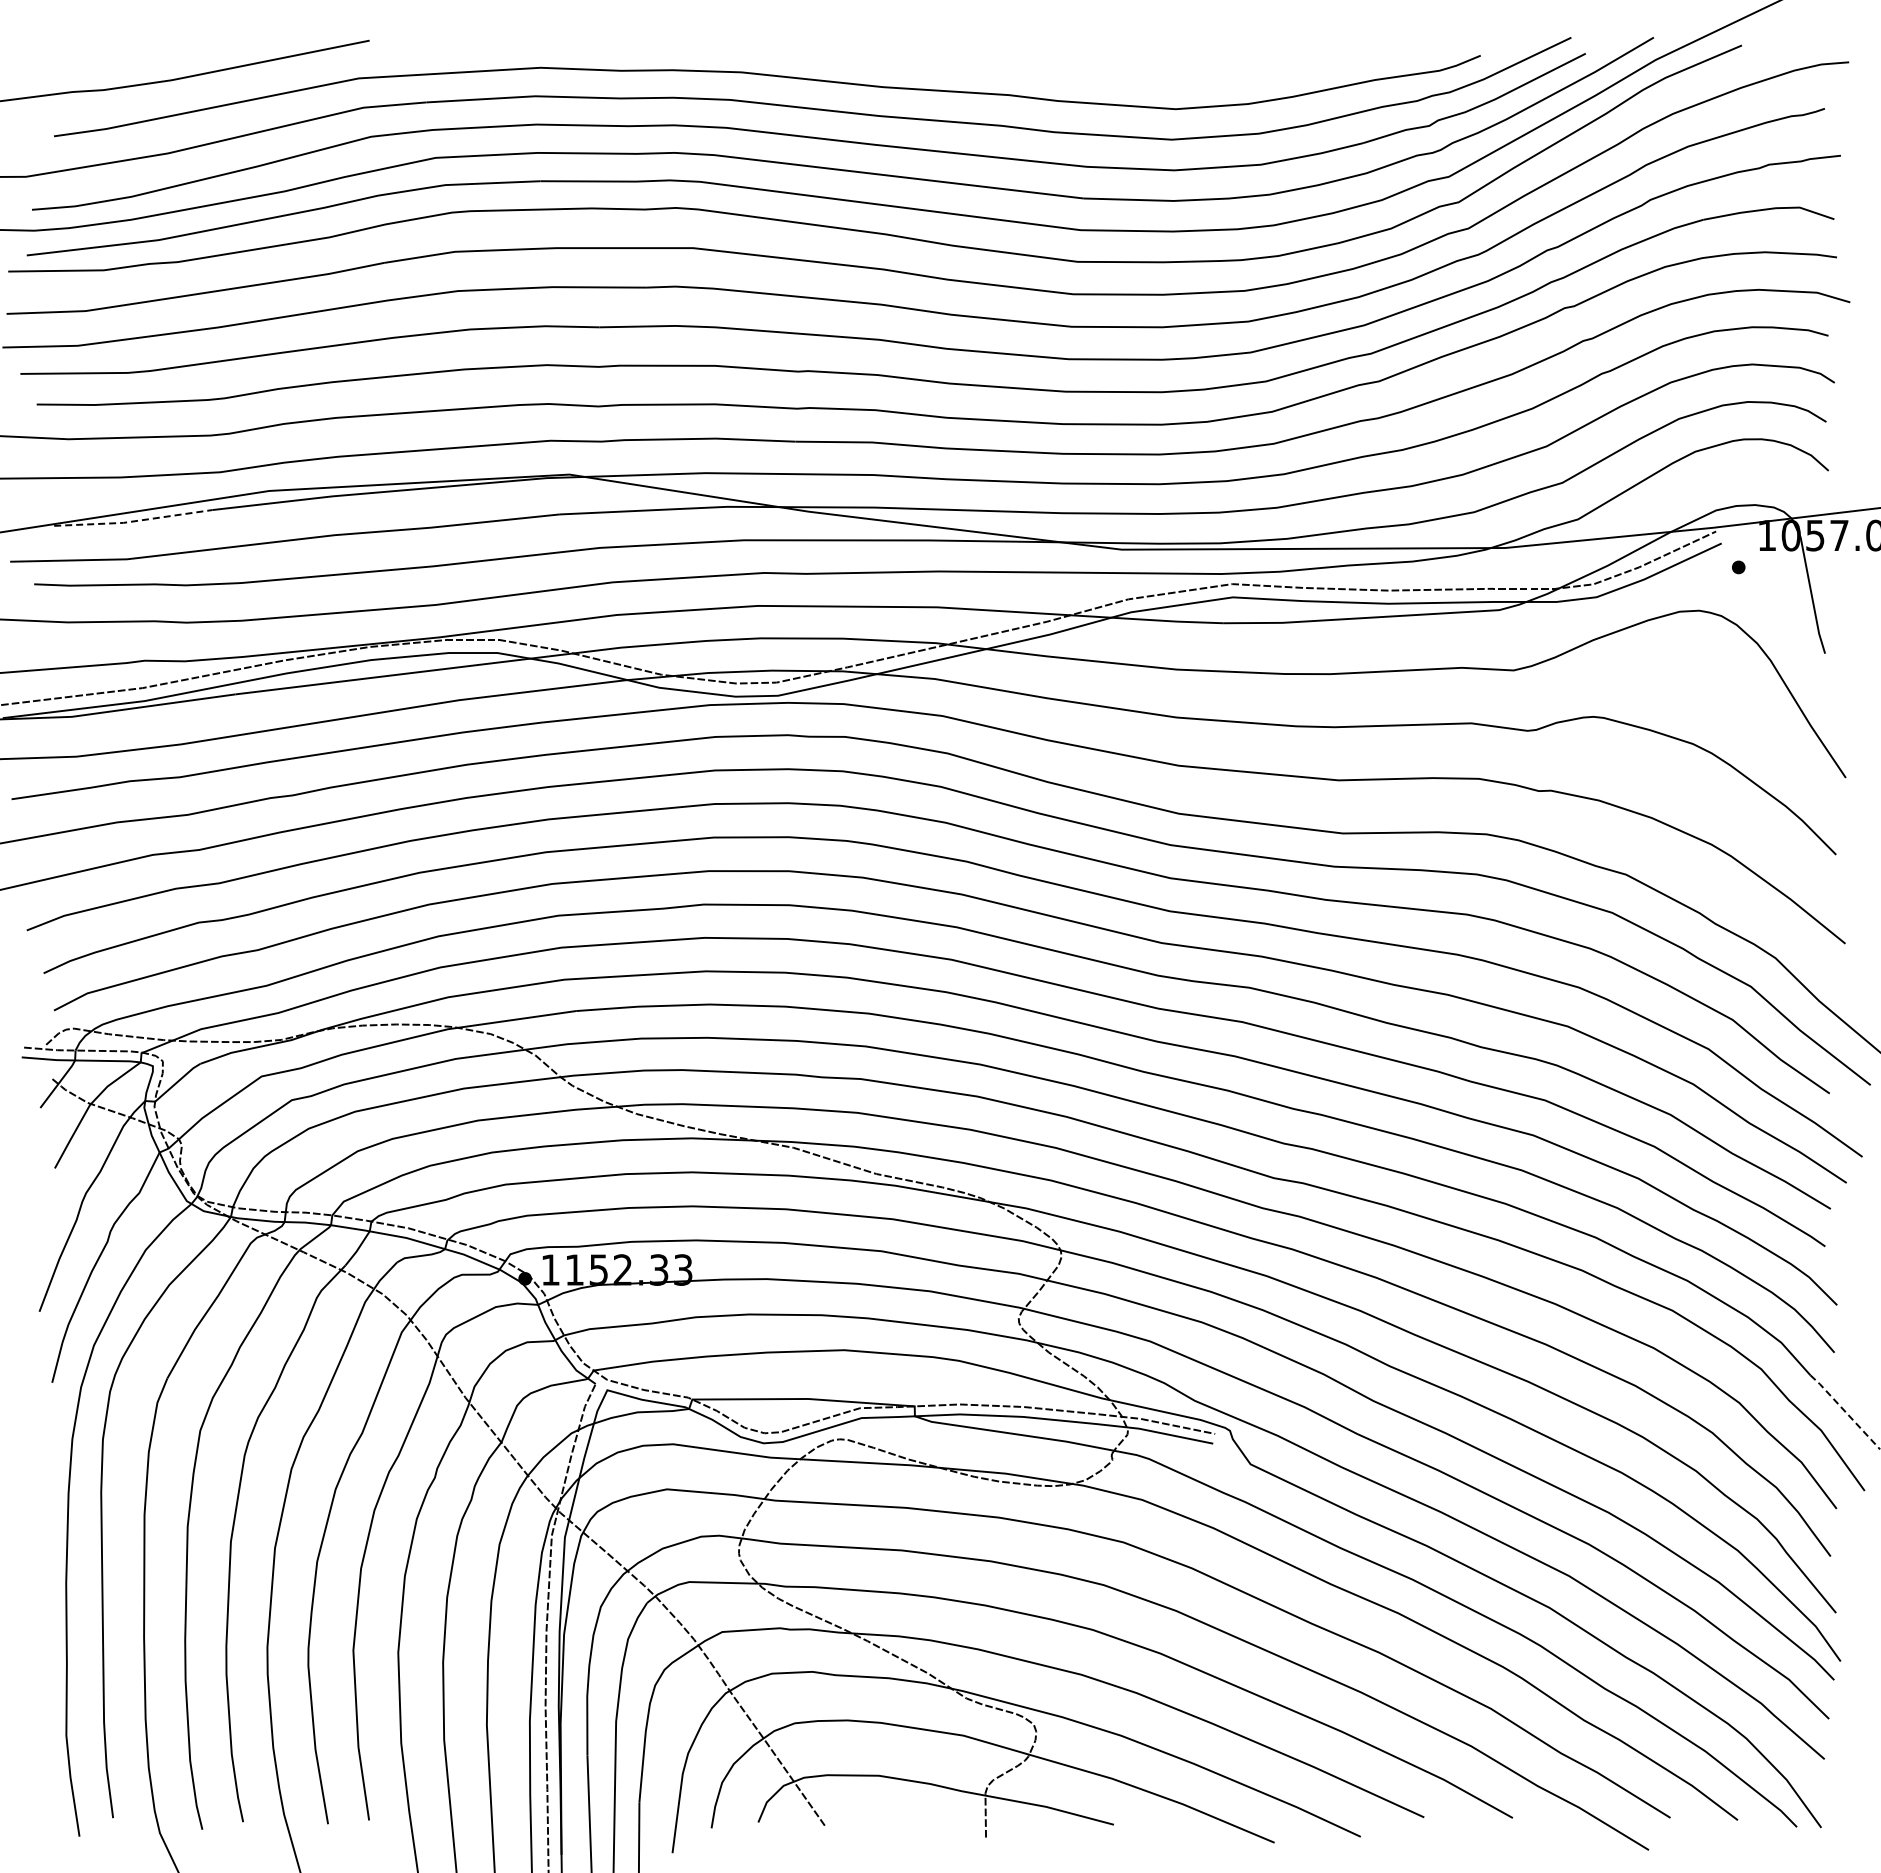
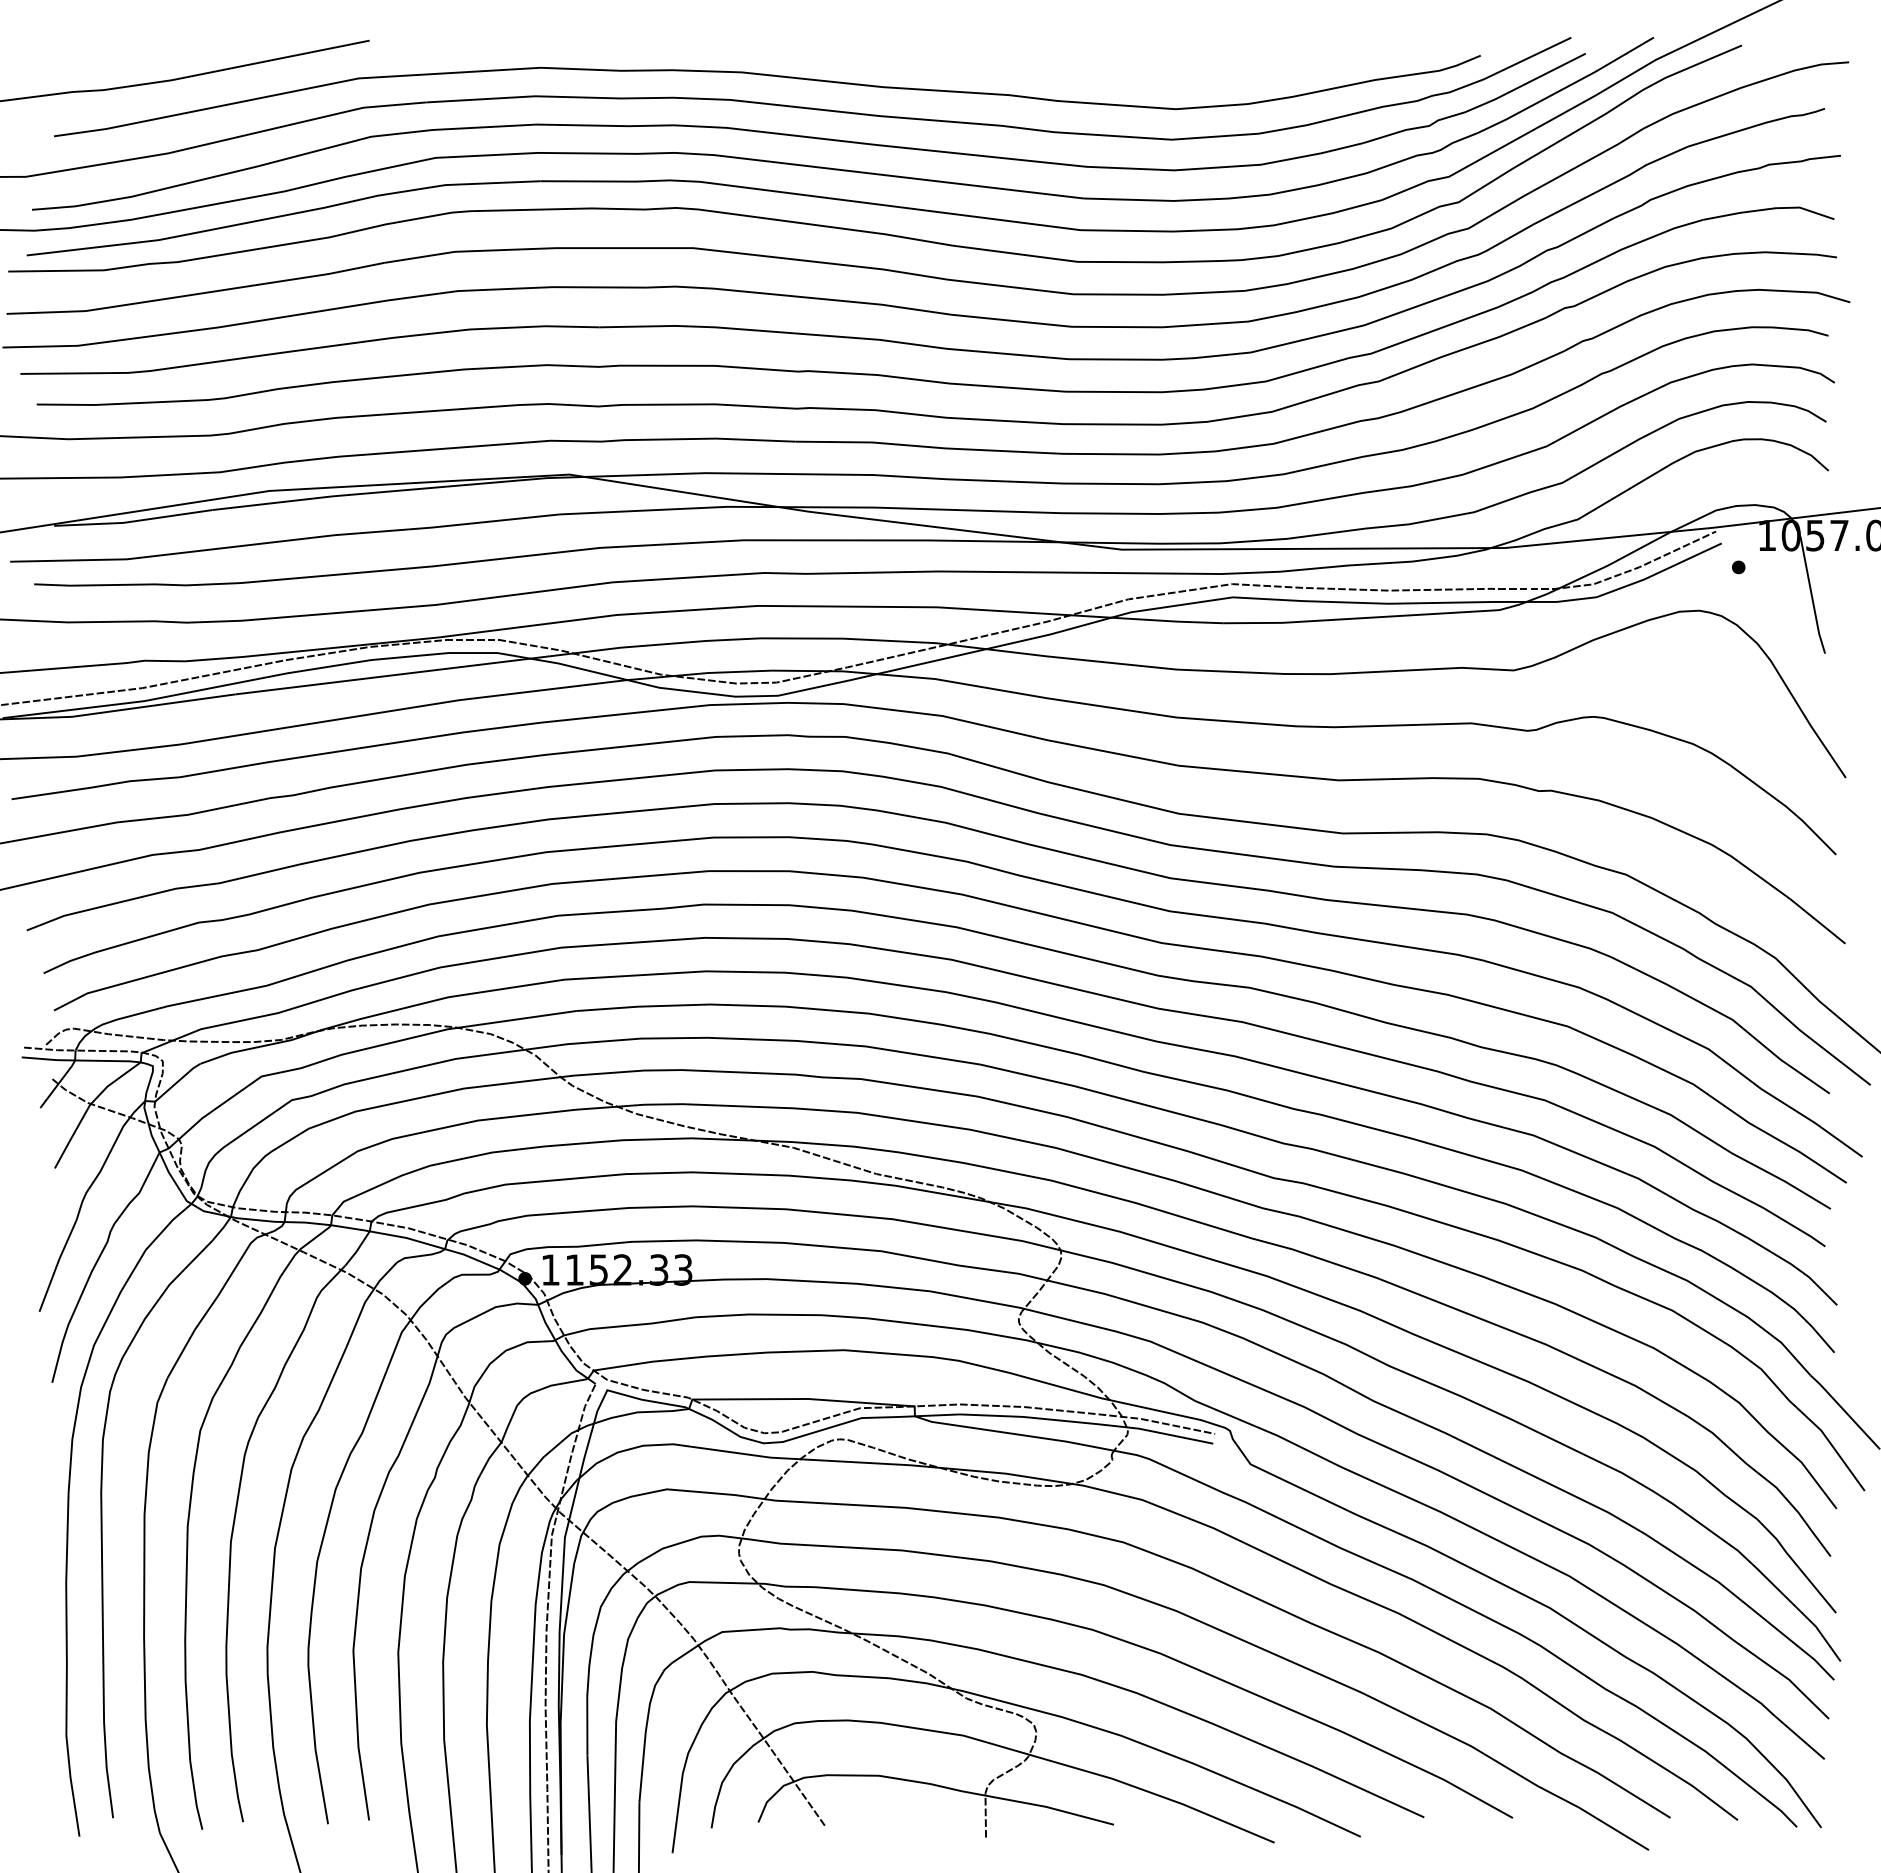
line at (133, 521): dashed -> solid
line at (1845, 1412): dashed -> solid
